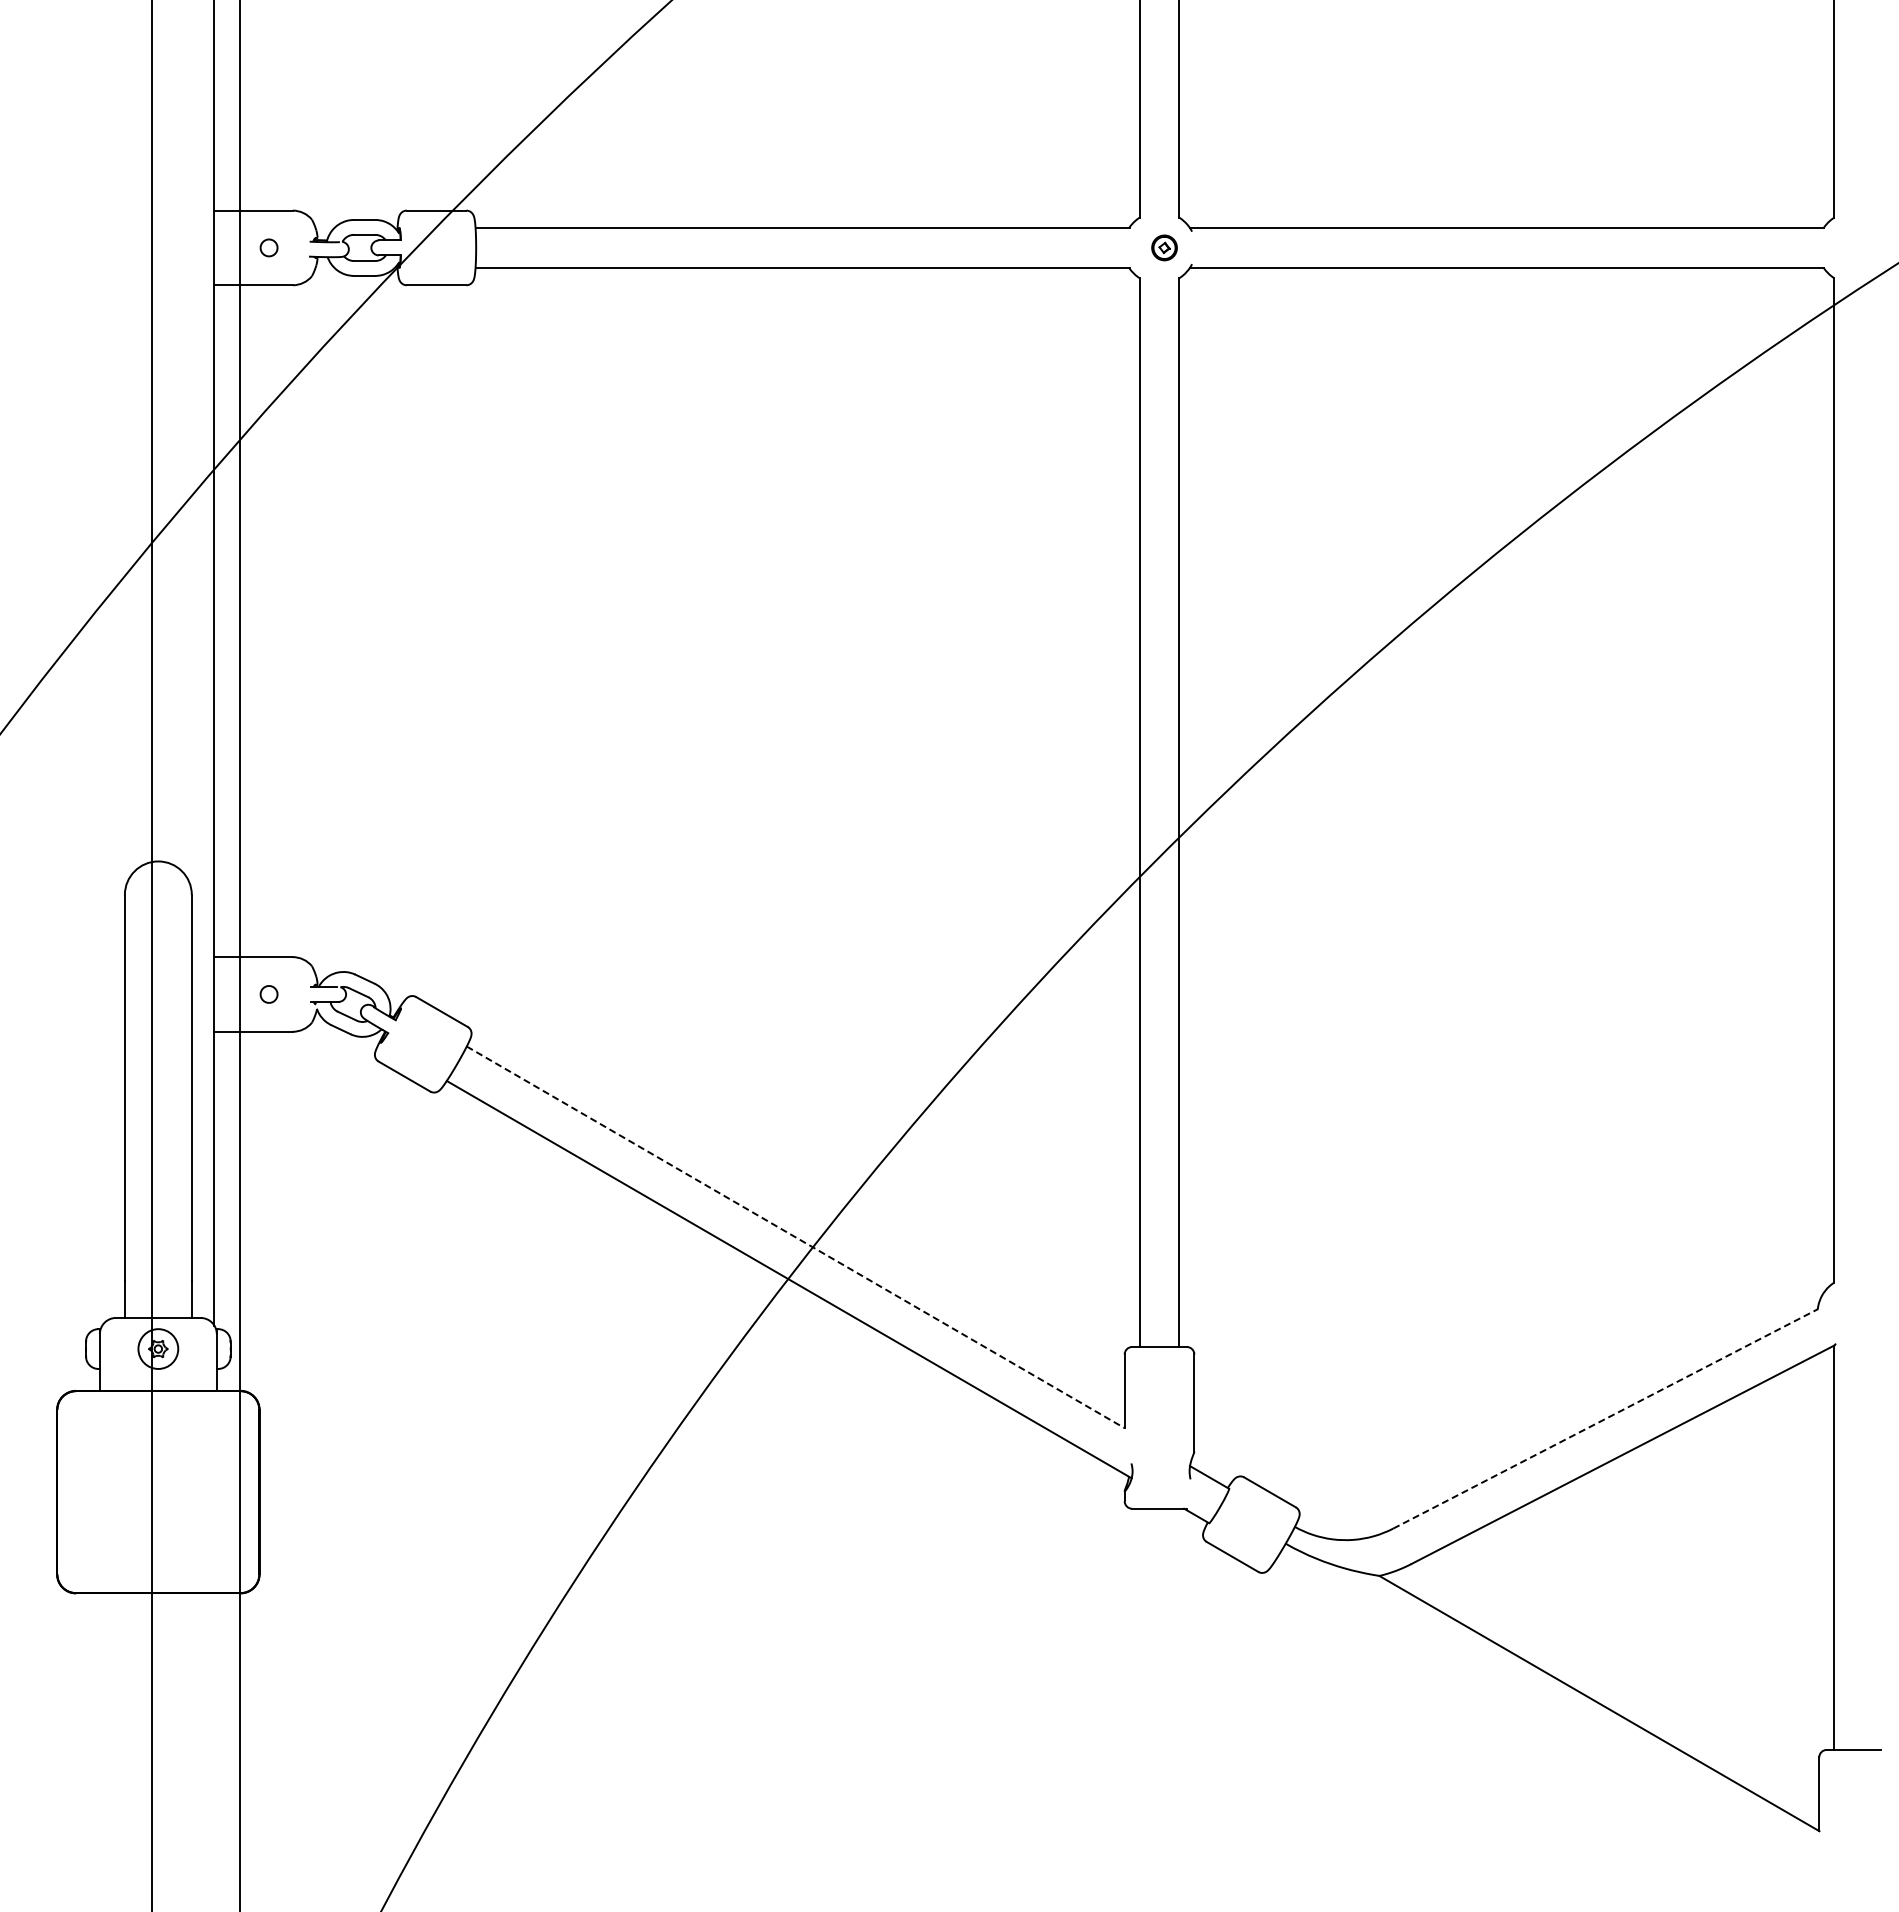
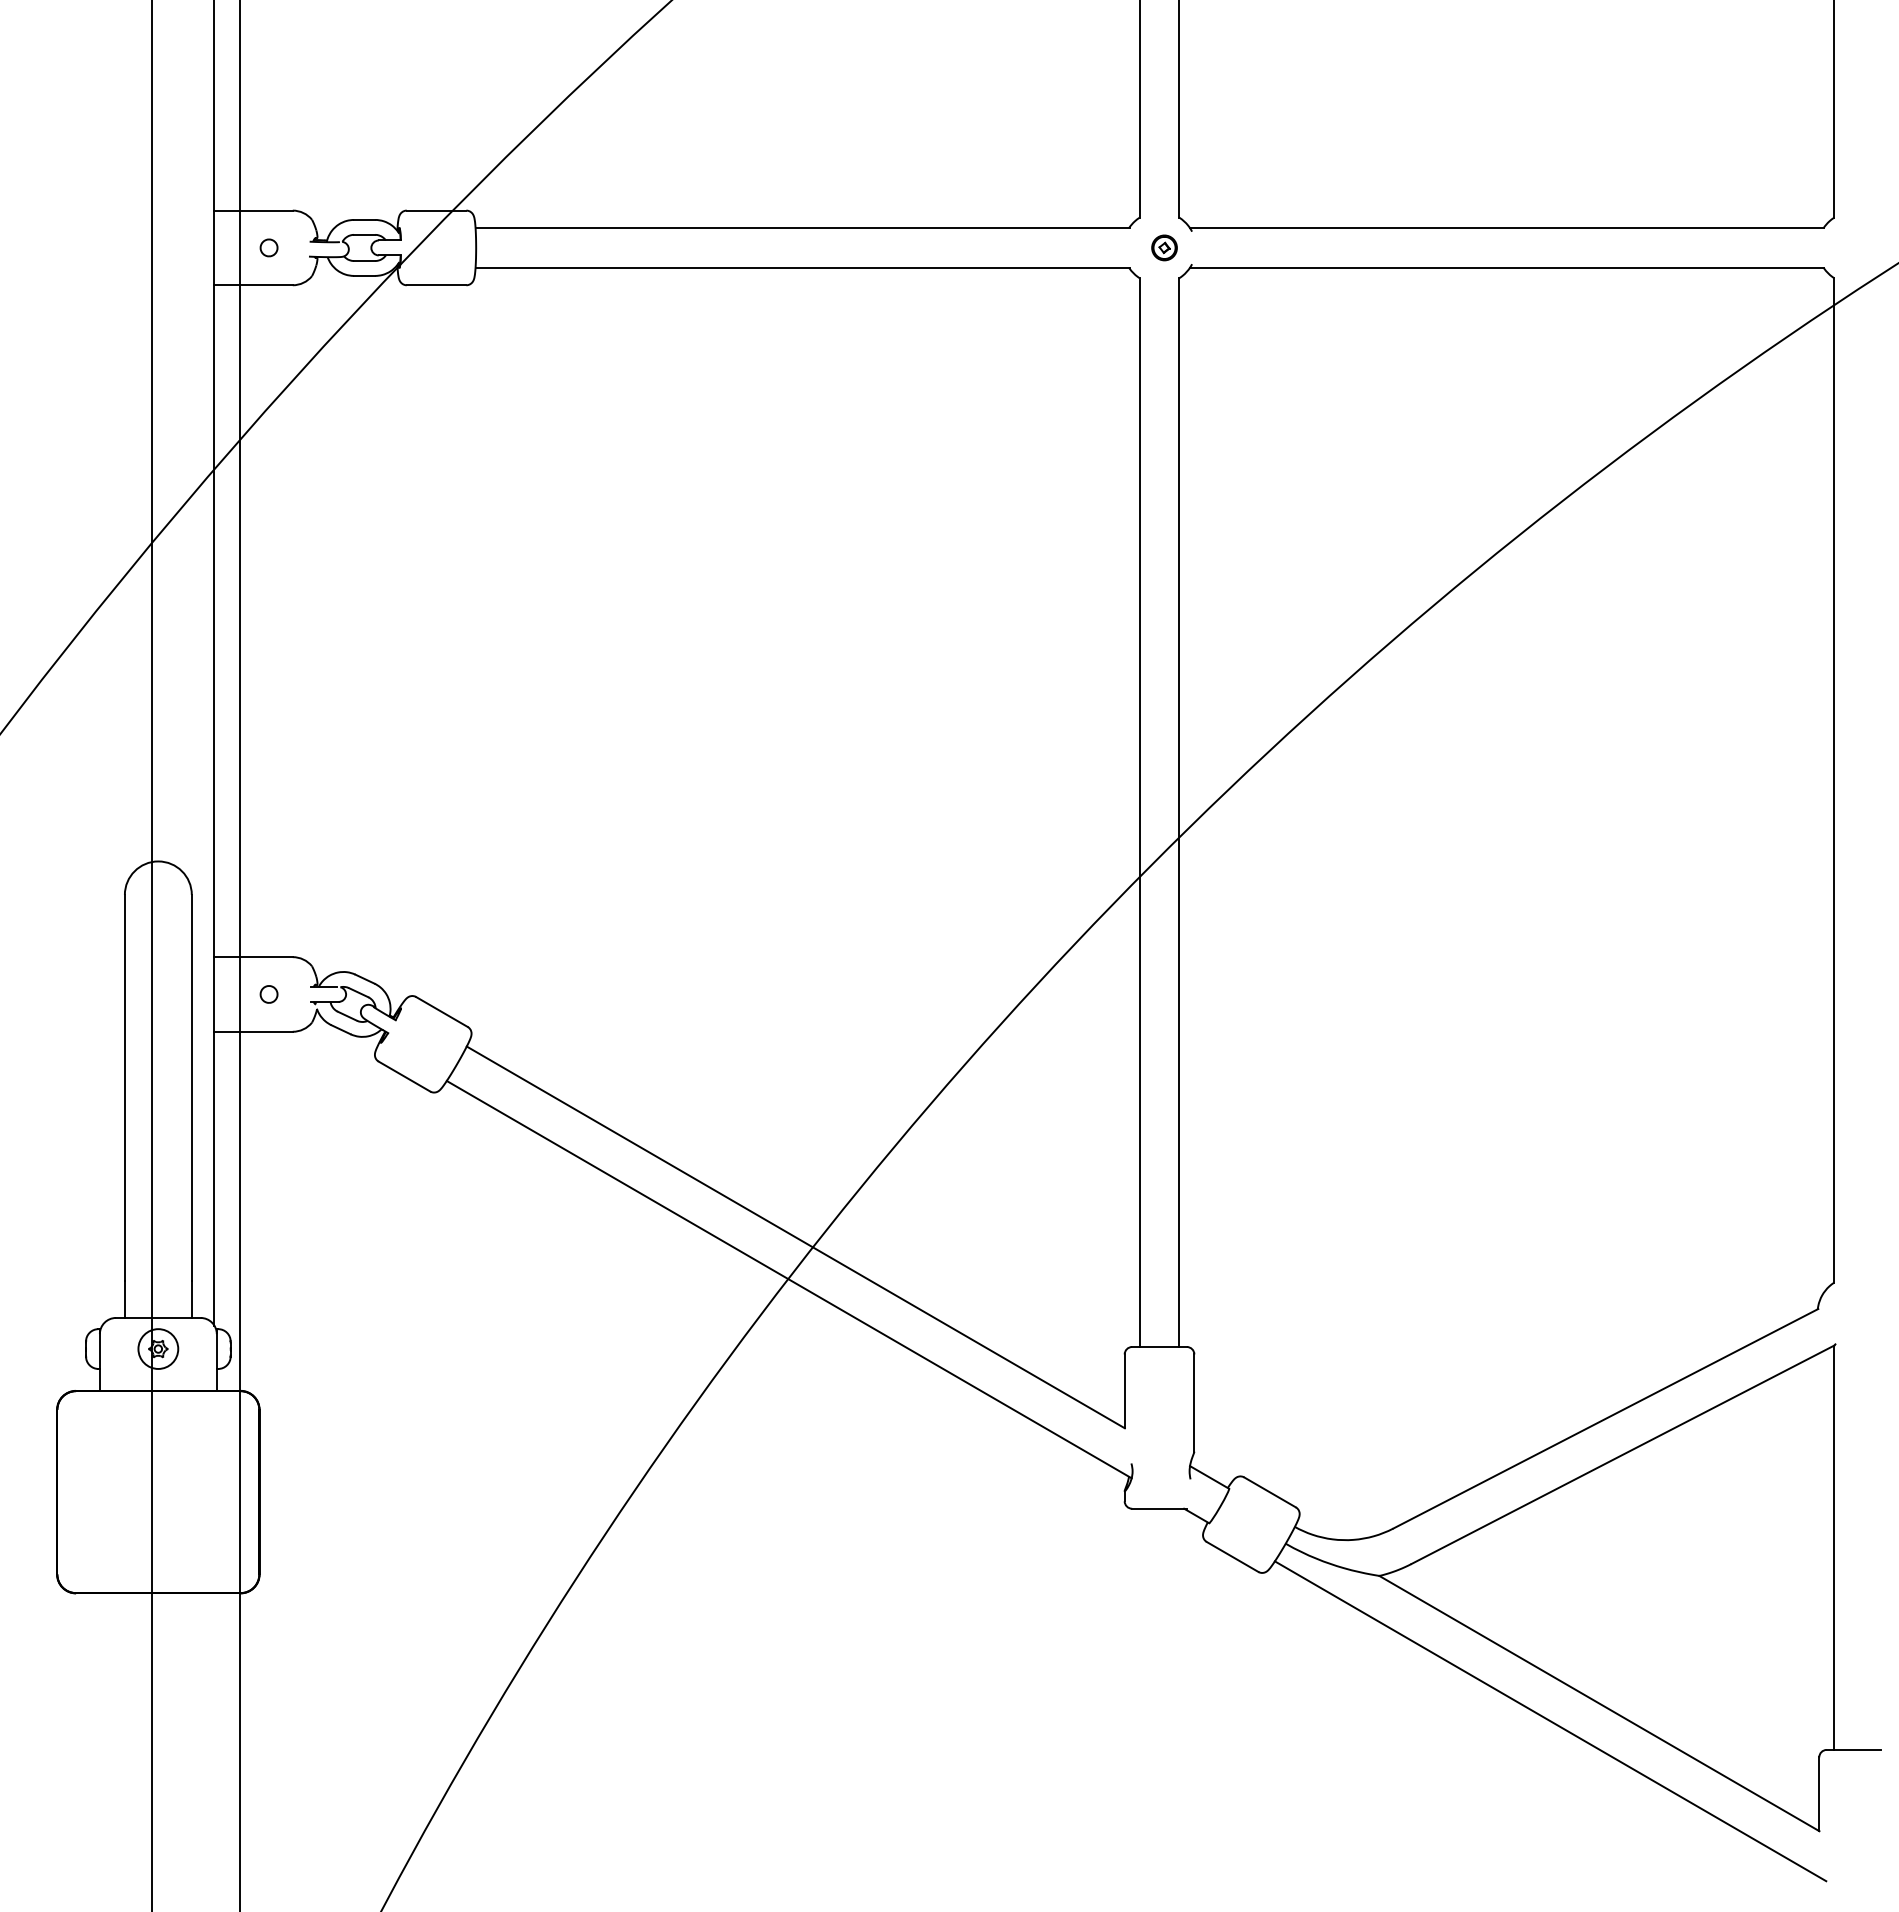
line at (796, 1237): dashed -> solid
line at (1606, 1418): dashed -> solid
line at (1550, 1721): none -> present
